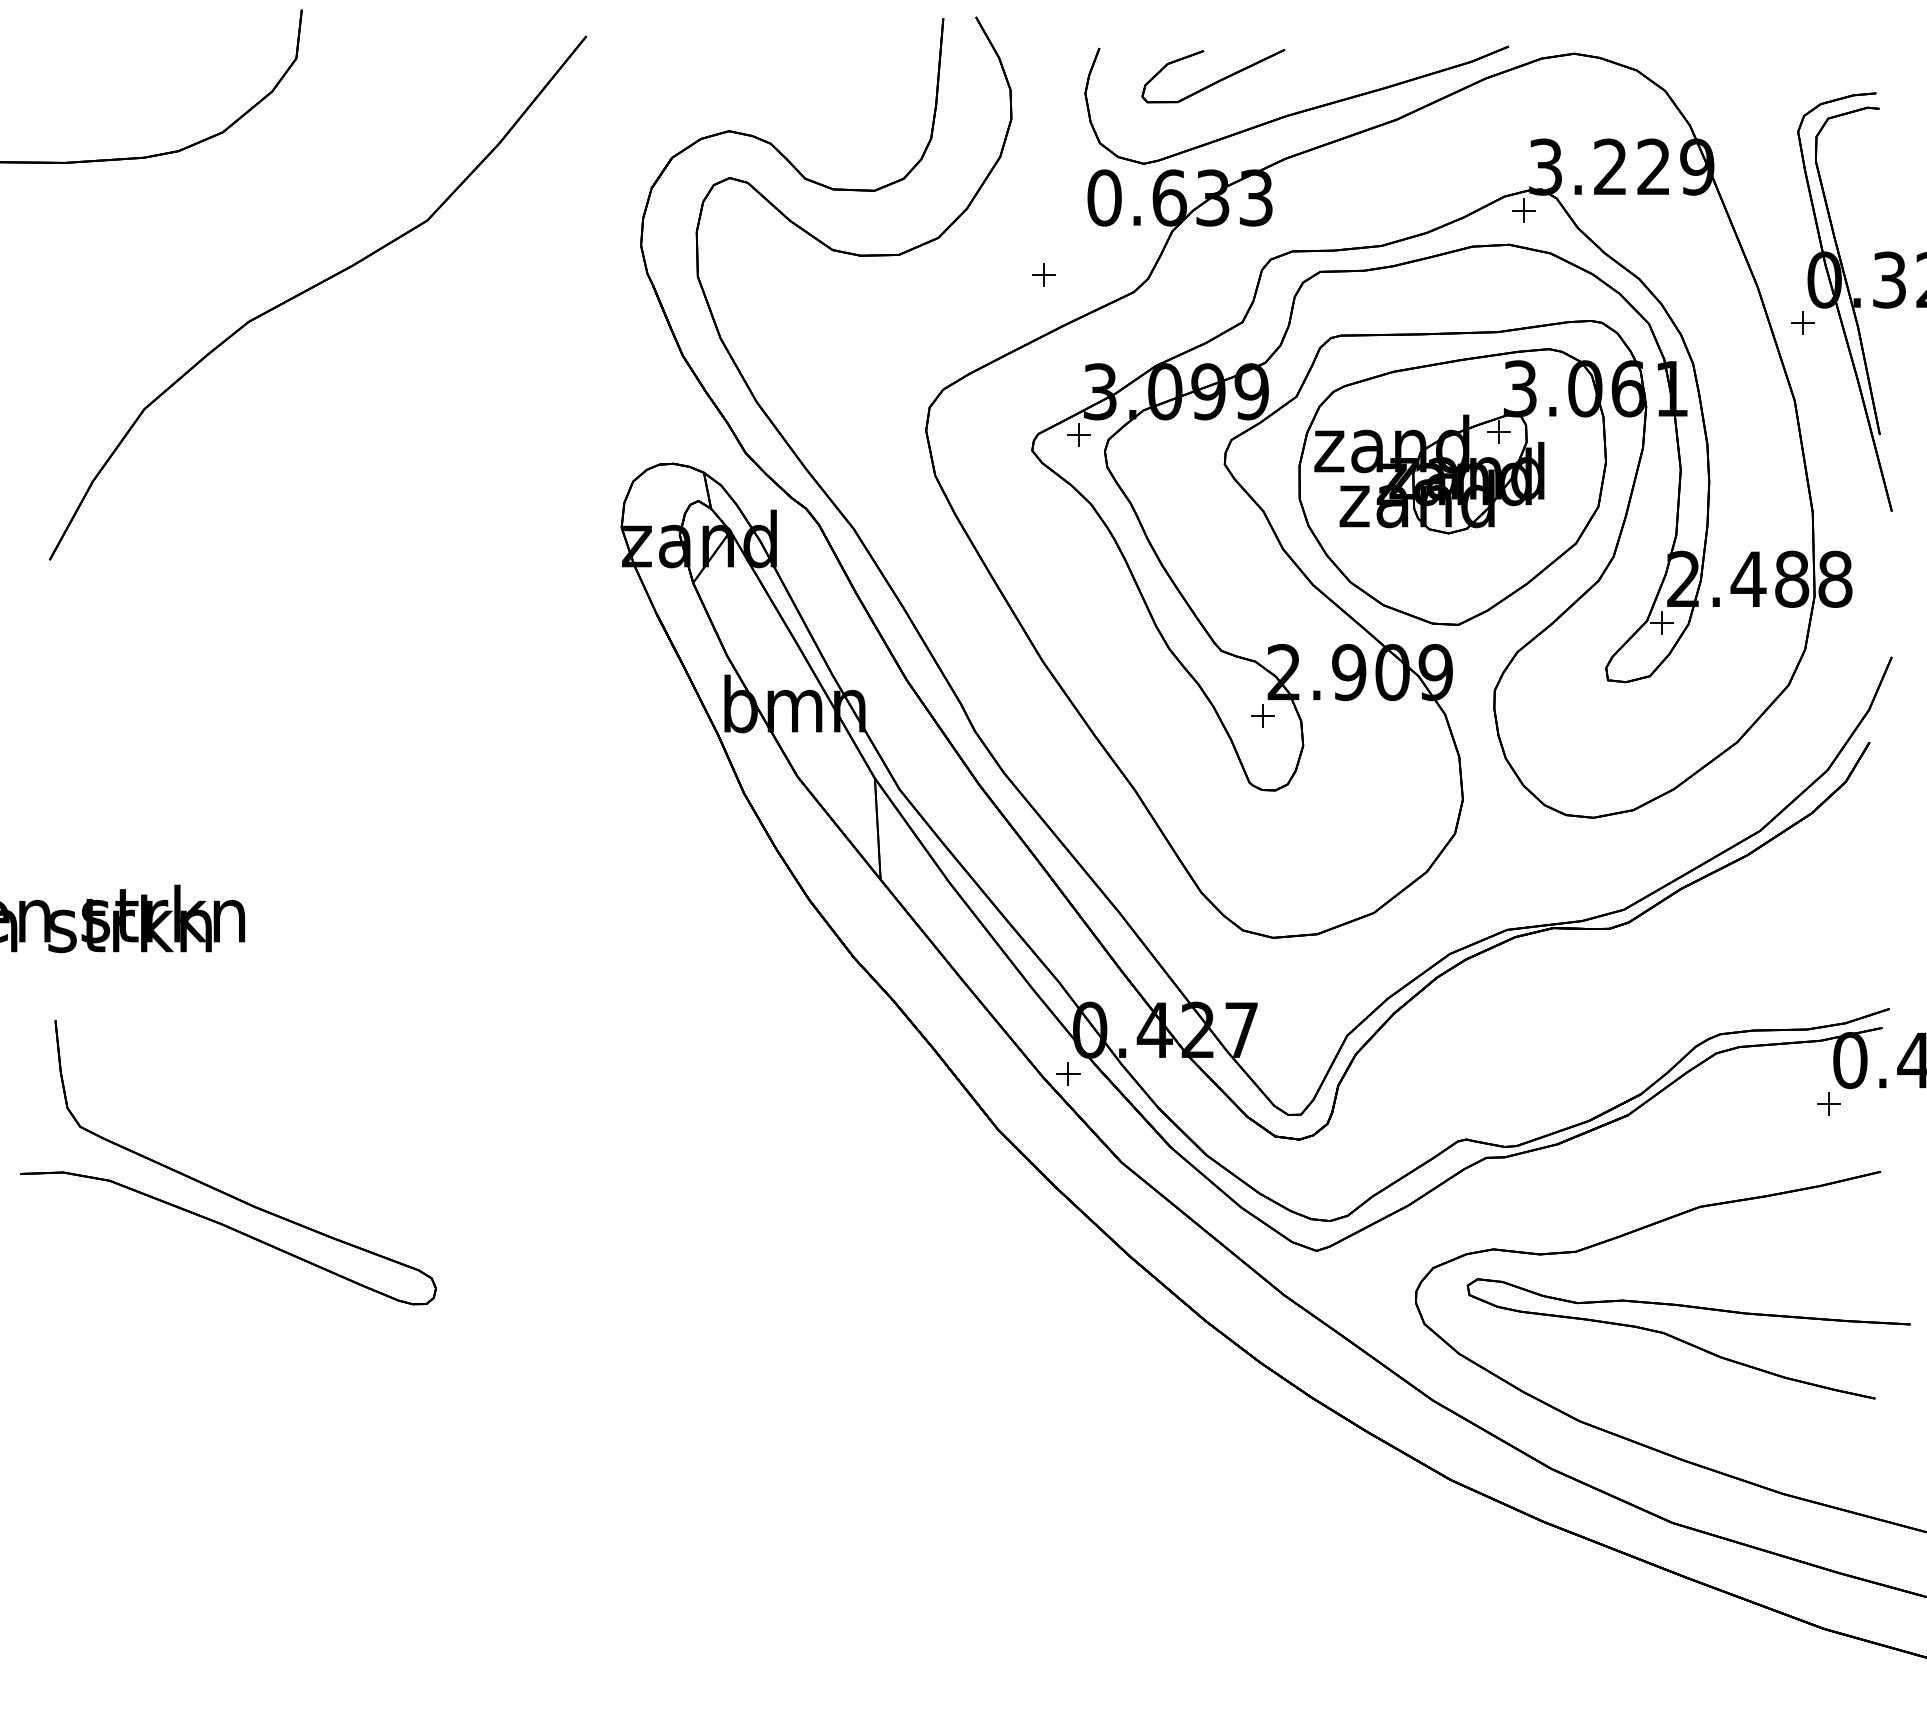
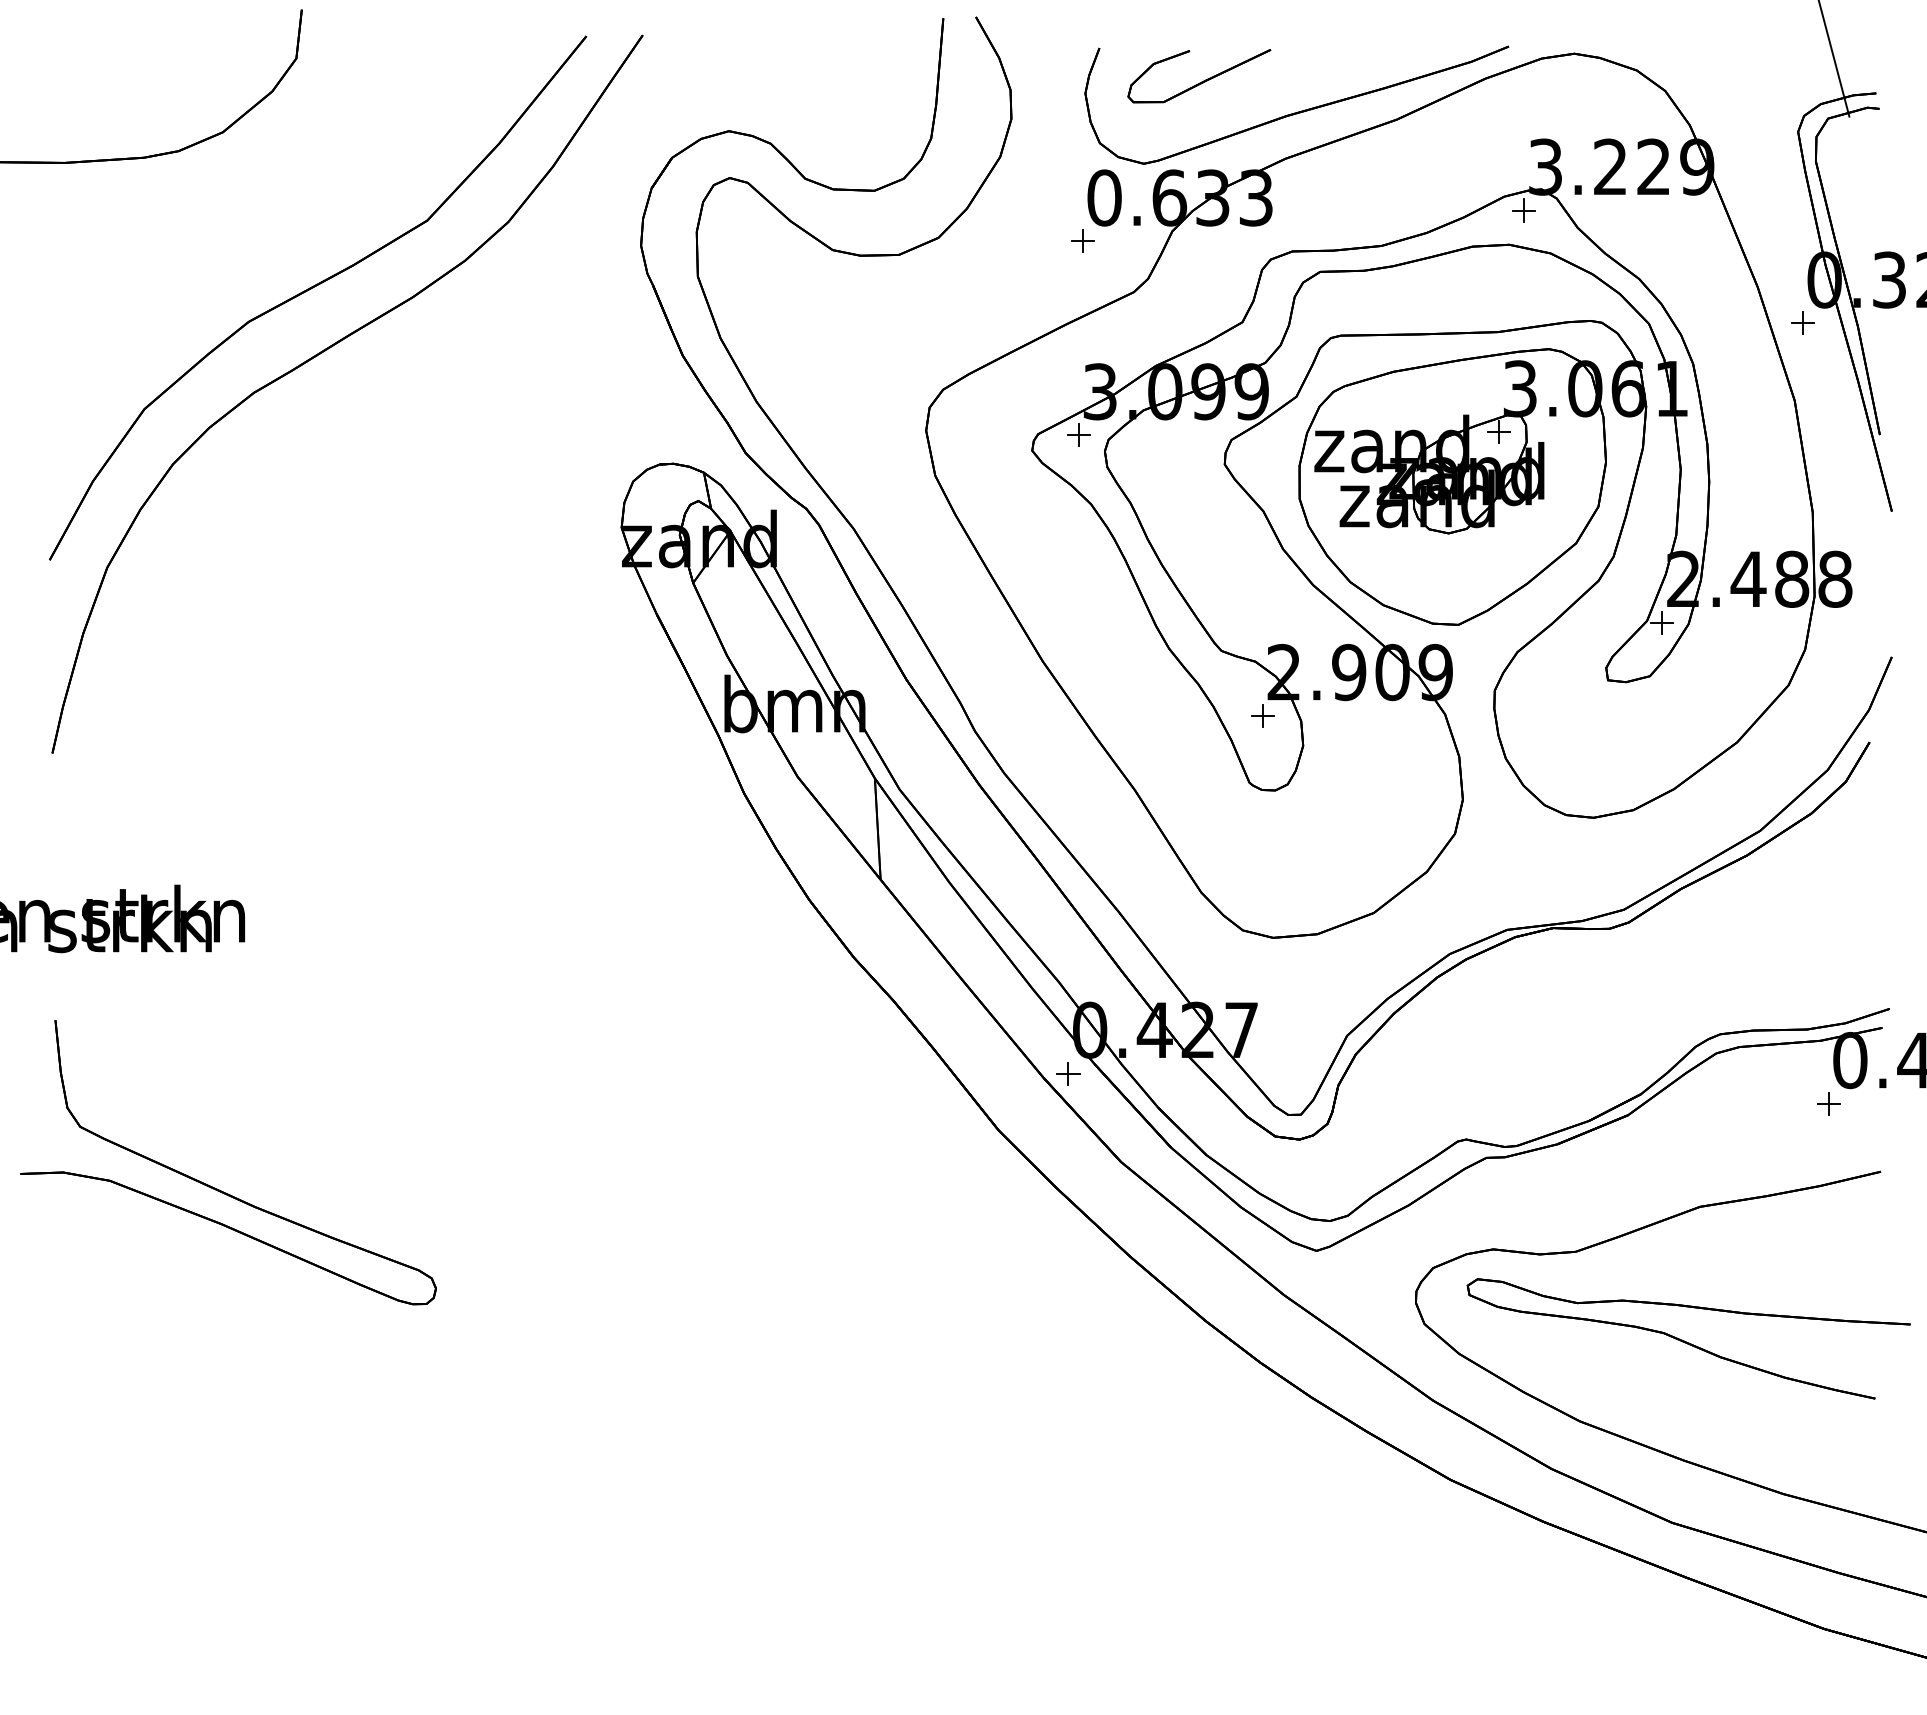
line at (1834, 59): none -> present
part at (1213, 76) position: (1213, 76) -> (1199, 76)
part at (1043, 274) position: (1043, 274) -> (1082, 240)
part at (325, 351): none -> present
